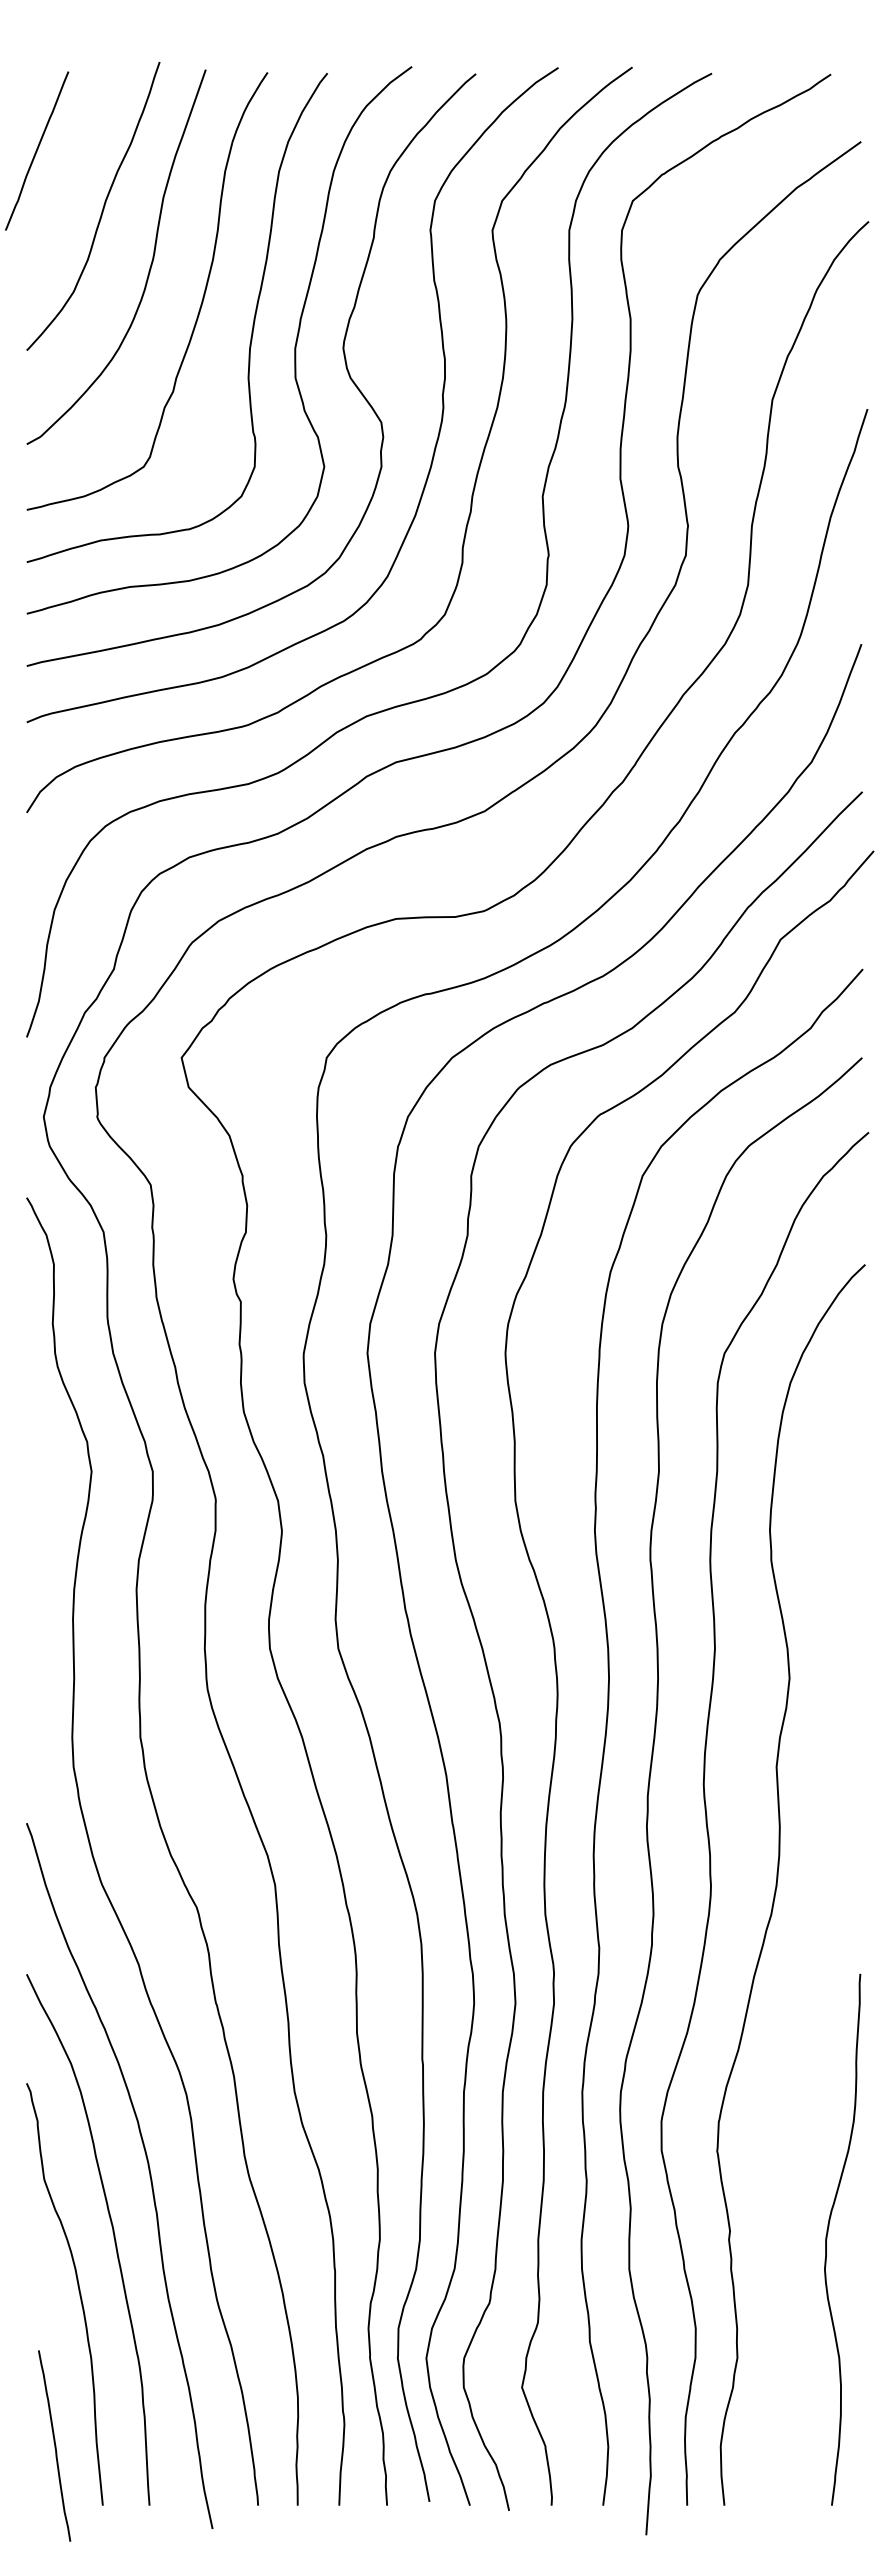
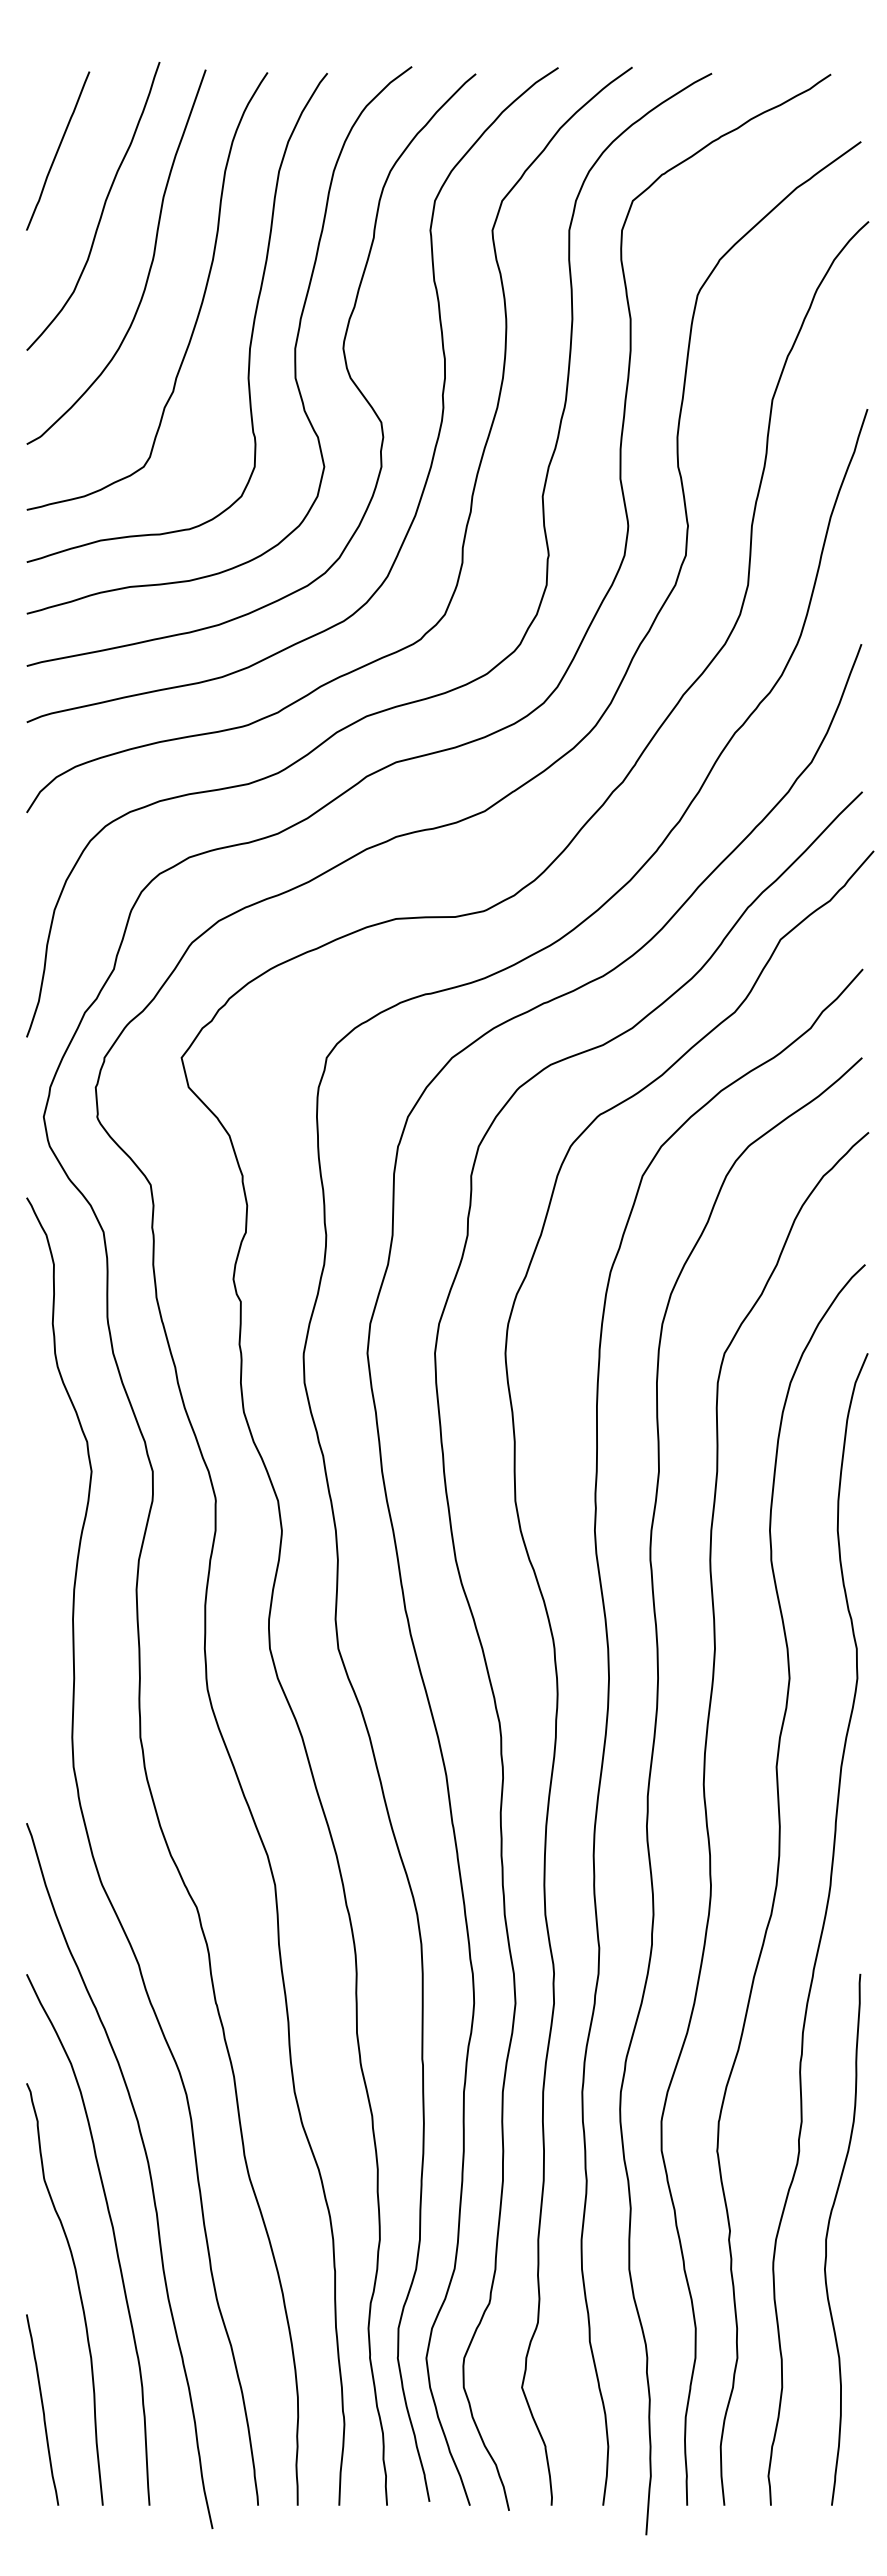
curve at (37, 150) position: (37, 150) -> (58, 150)
curve at (821, 1929): none -> present
curve at (54, 2445) position: (54, 2445) -> (42, 2409)
